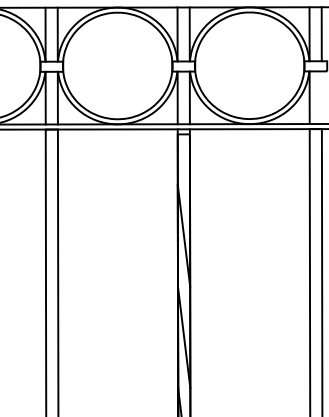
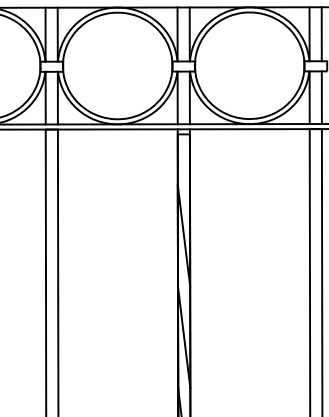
line at (321, 97): none -> present
